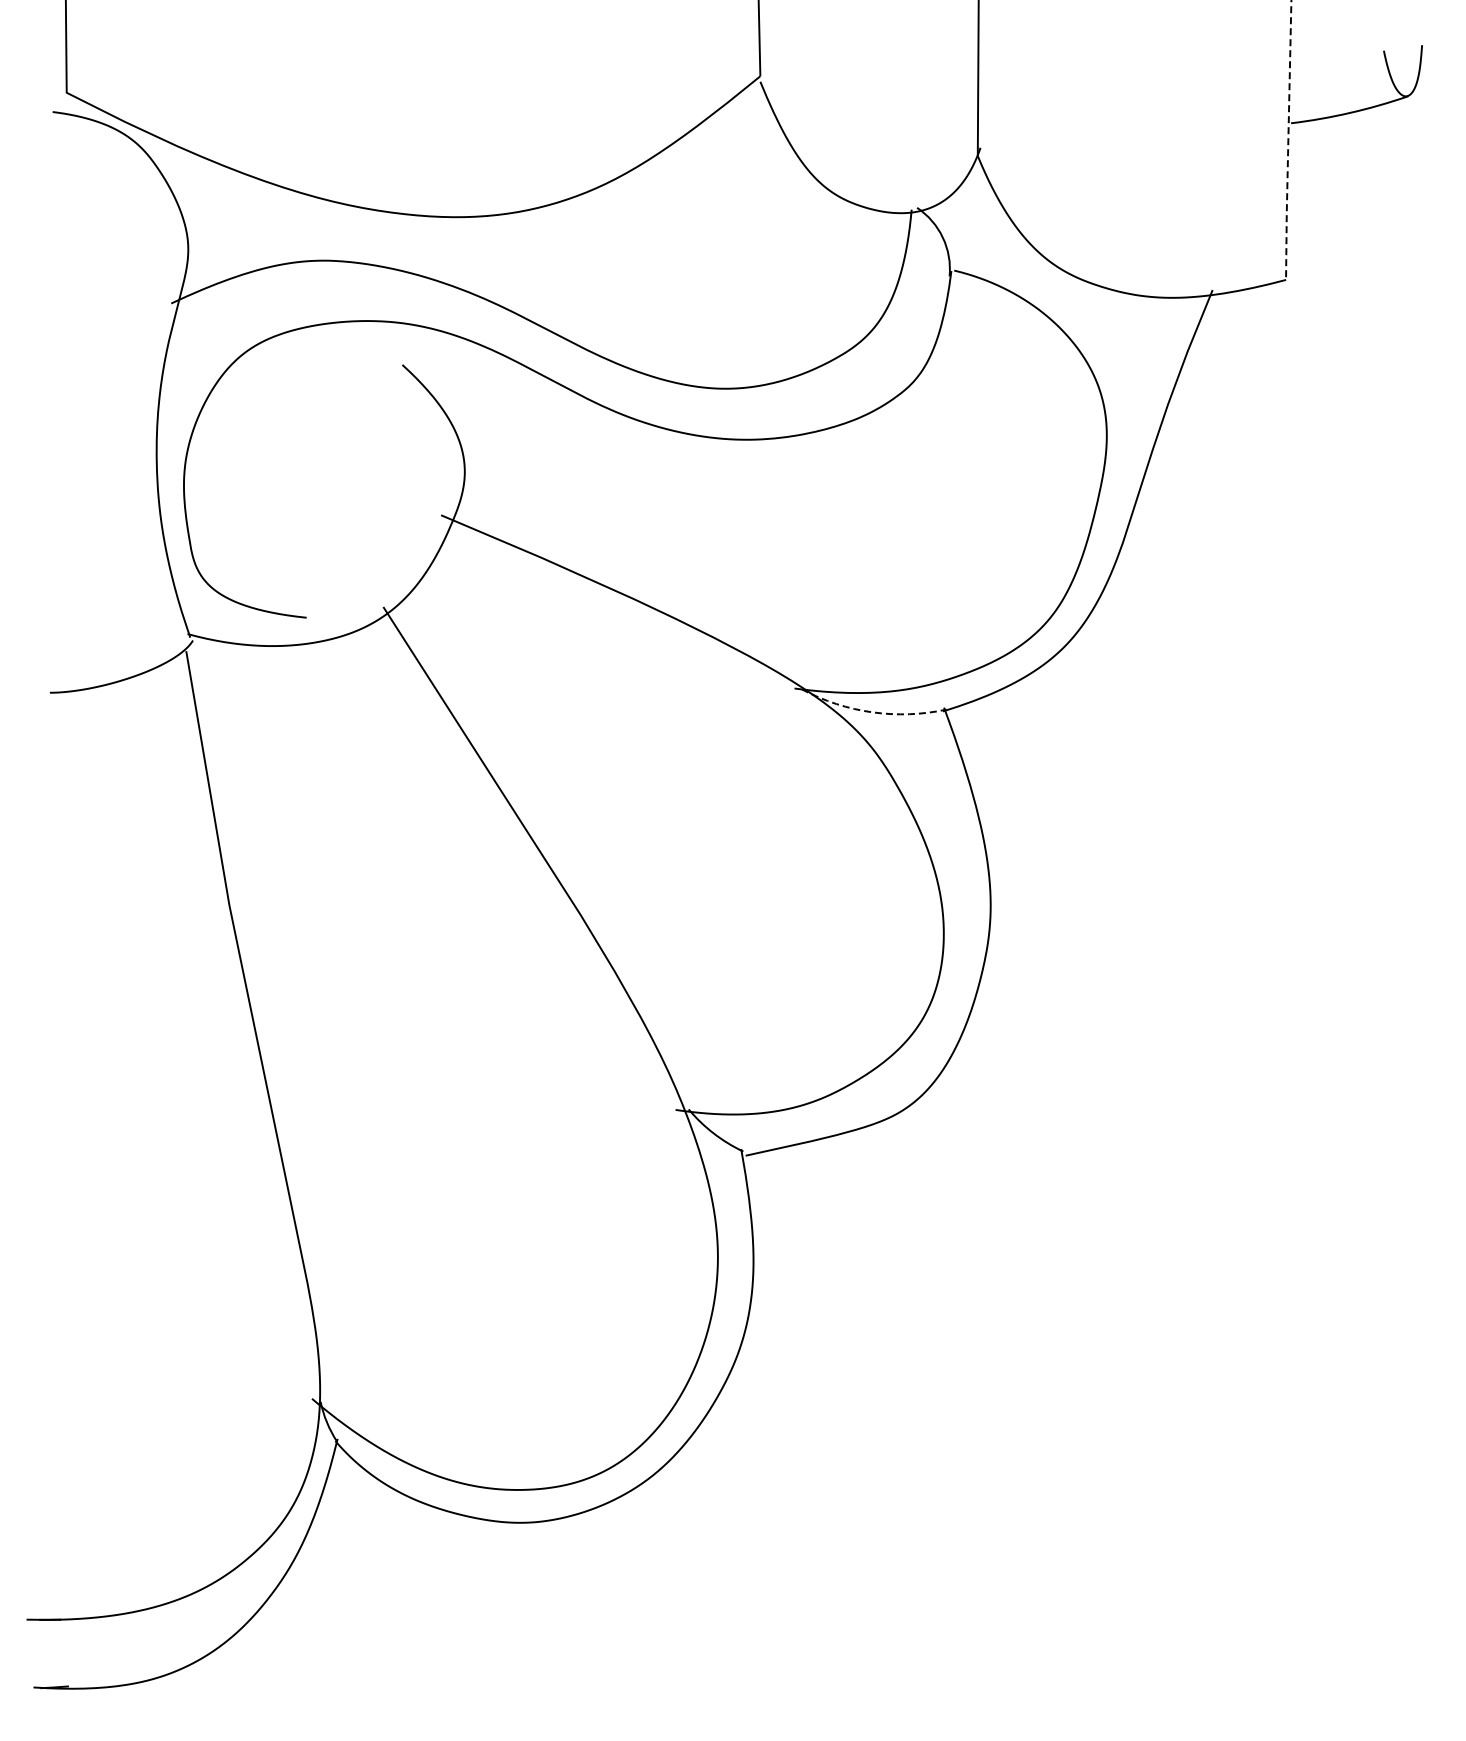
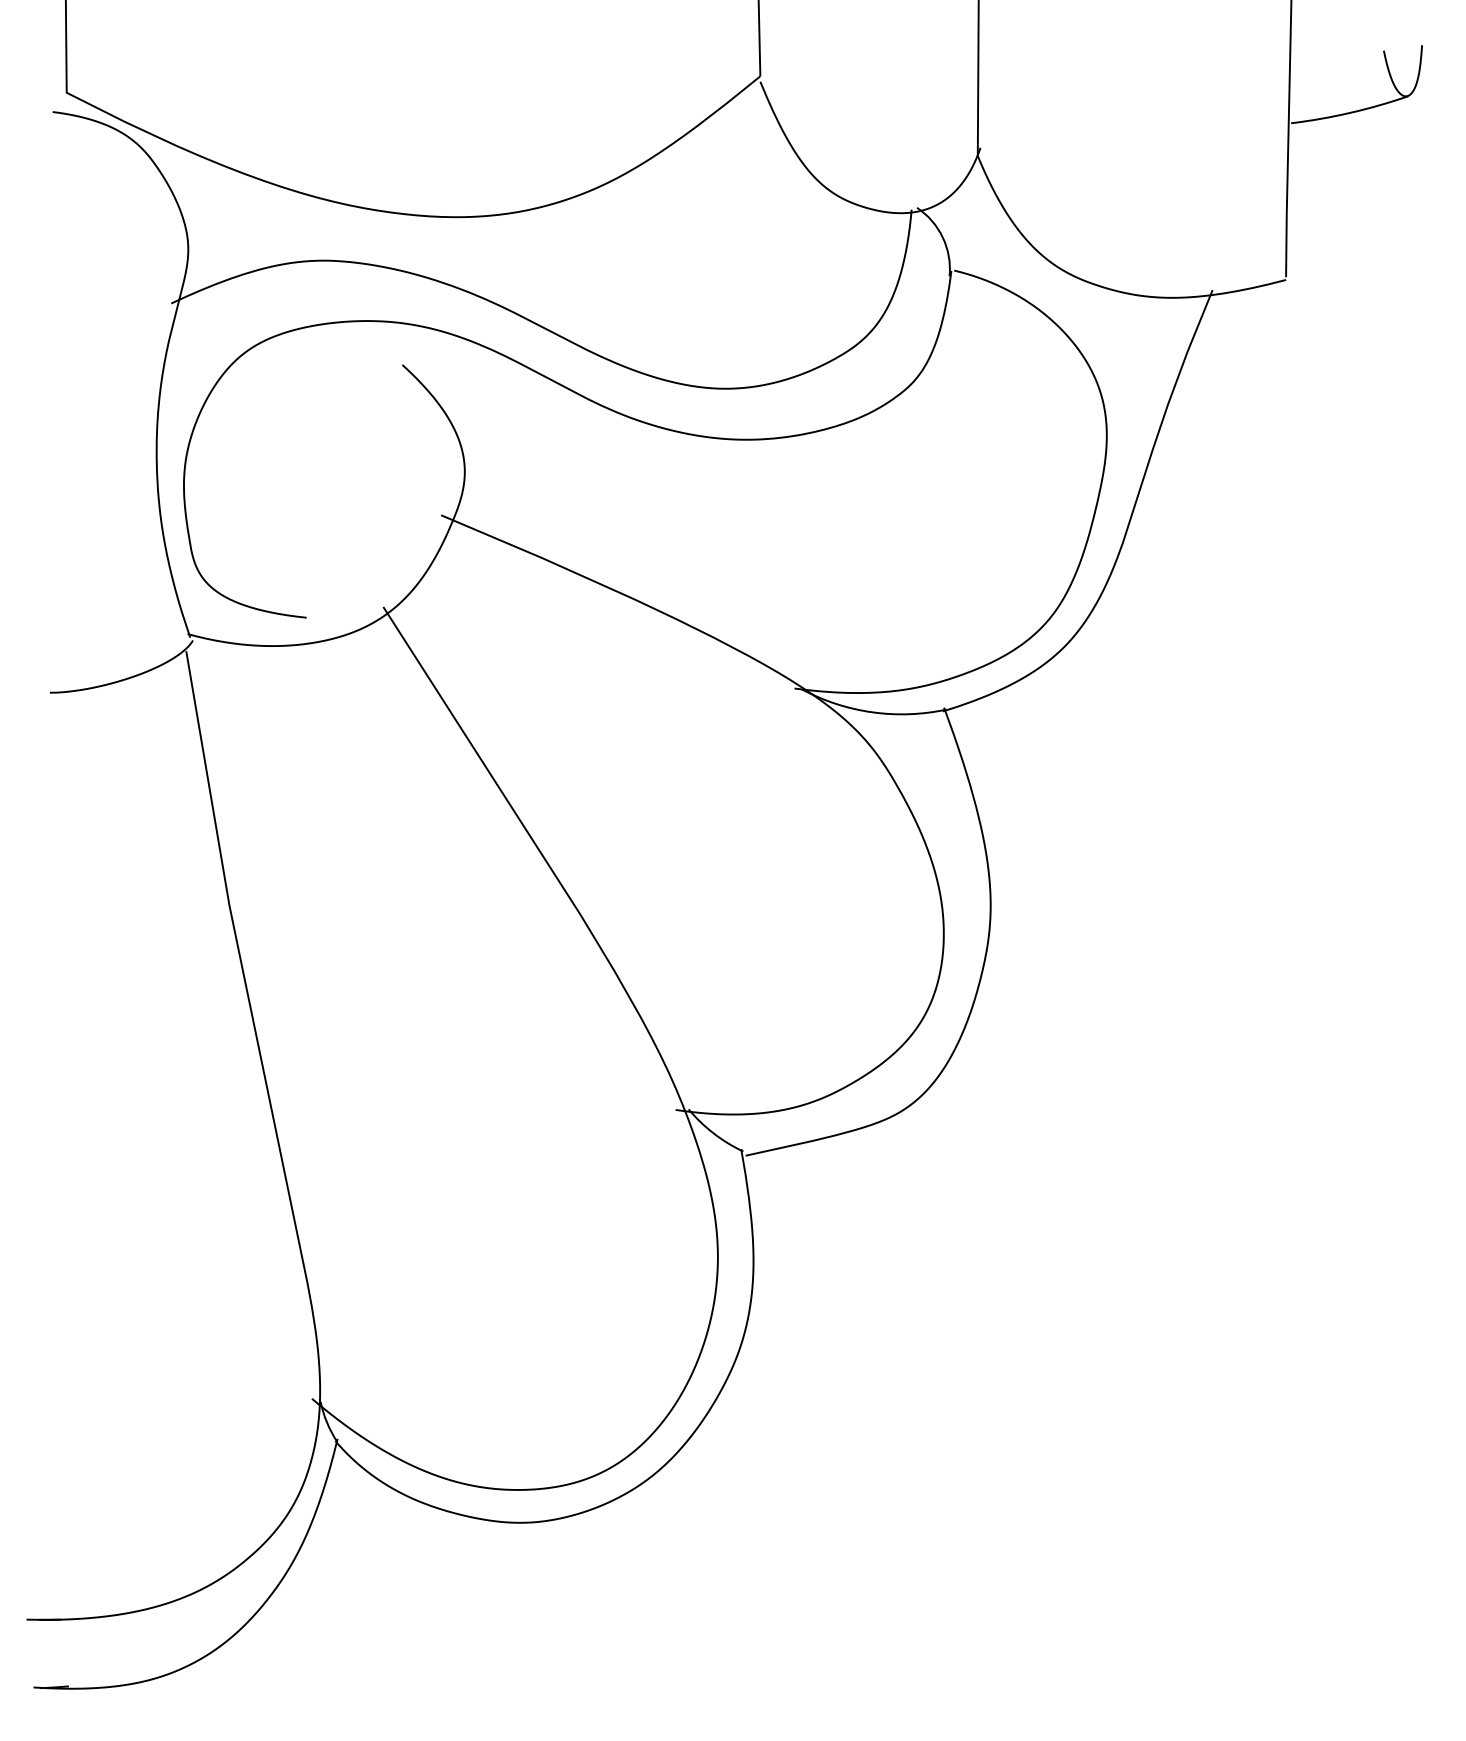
line at (1288, 138): dashed -> solid
arc at (872, 712): dashed -> solid
